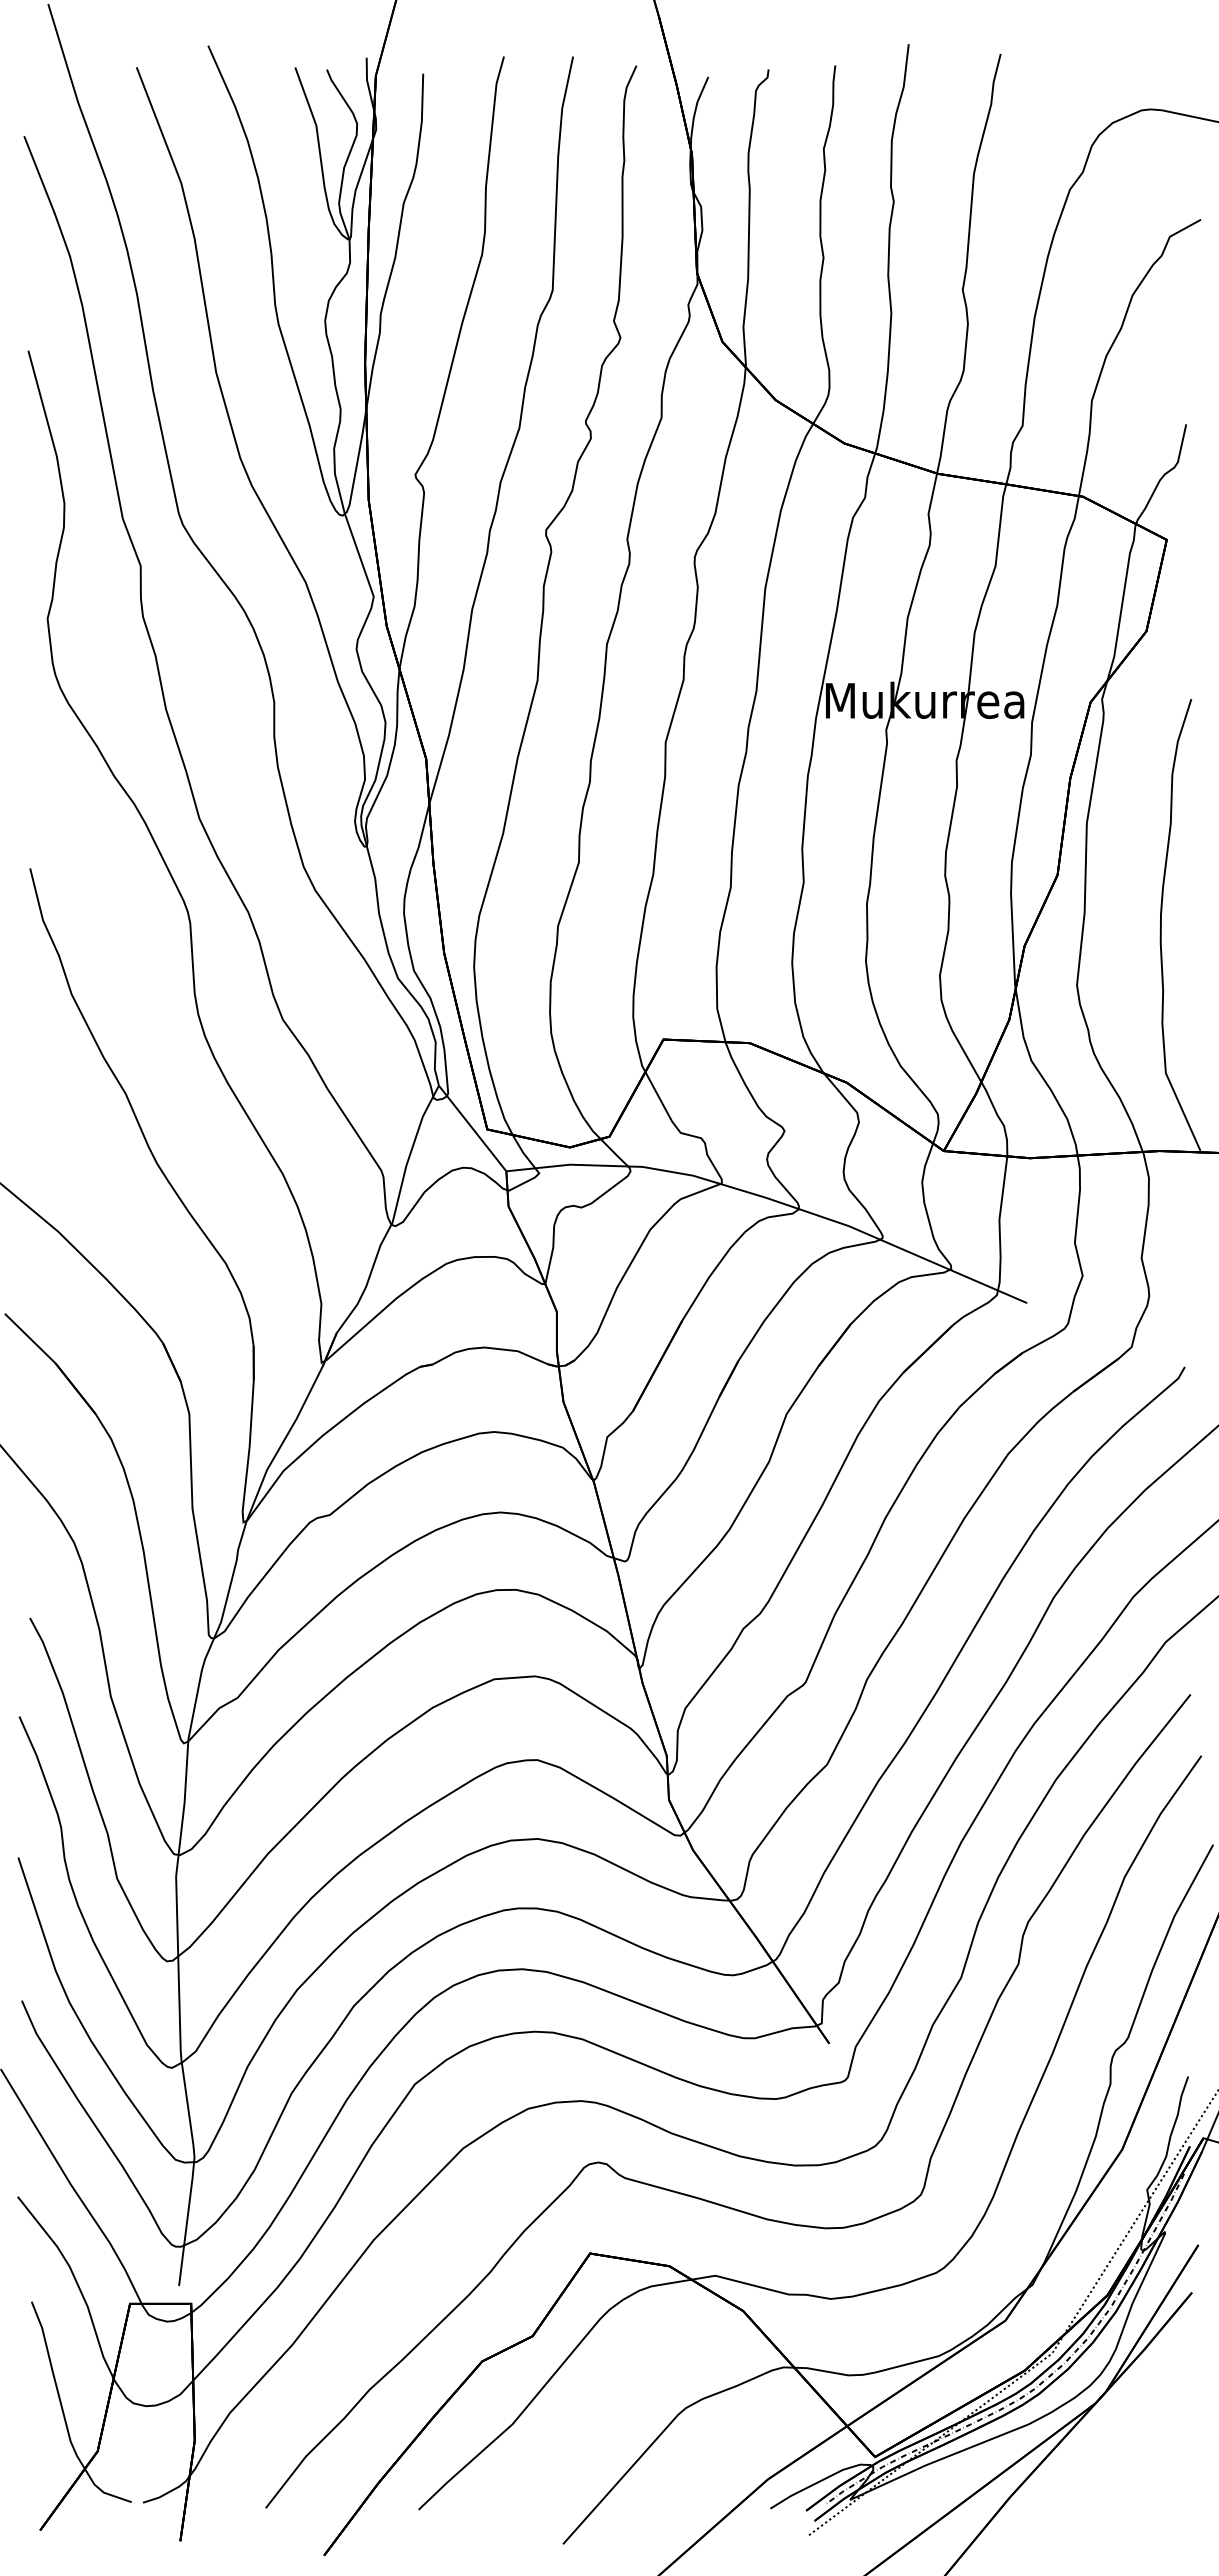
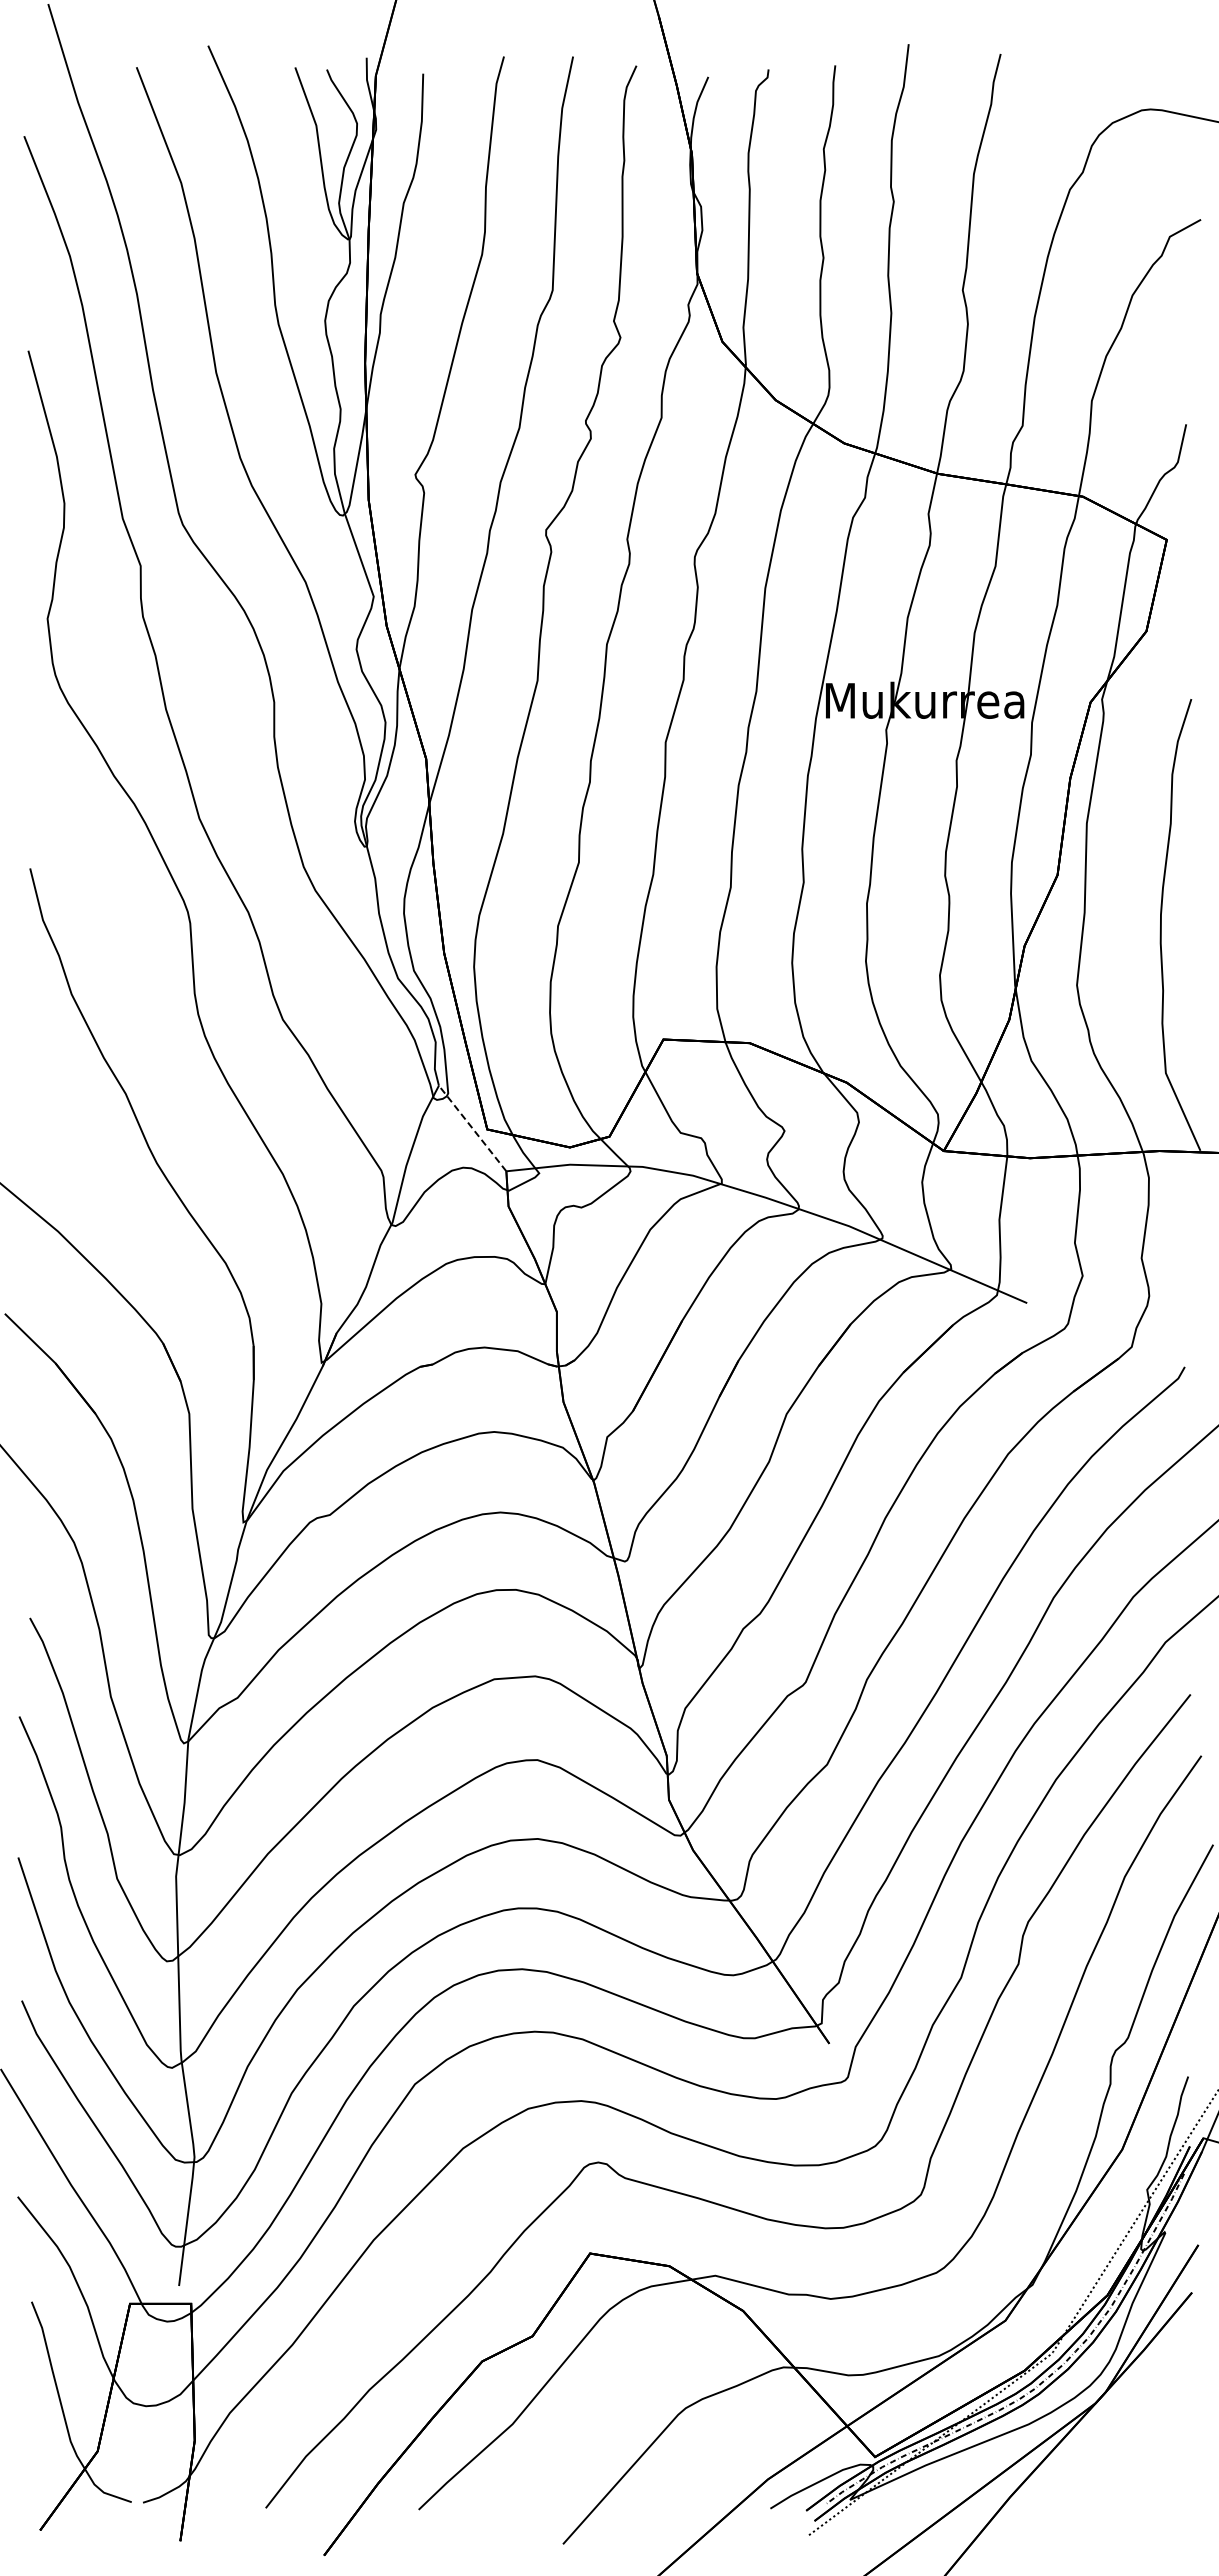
line at (472, 1128): solid -> dashed
